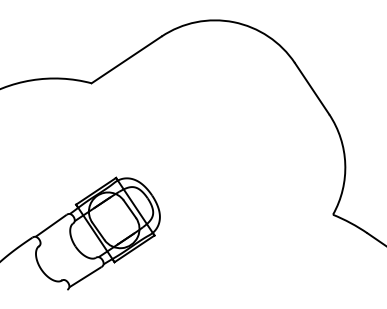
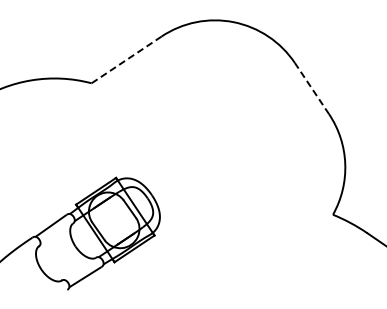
line at (126, 60): solid -> dashed
line at (312, 88): solid -> dashed
